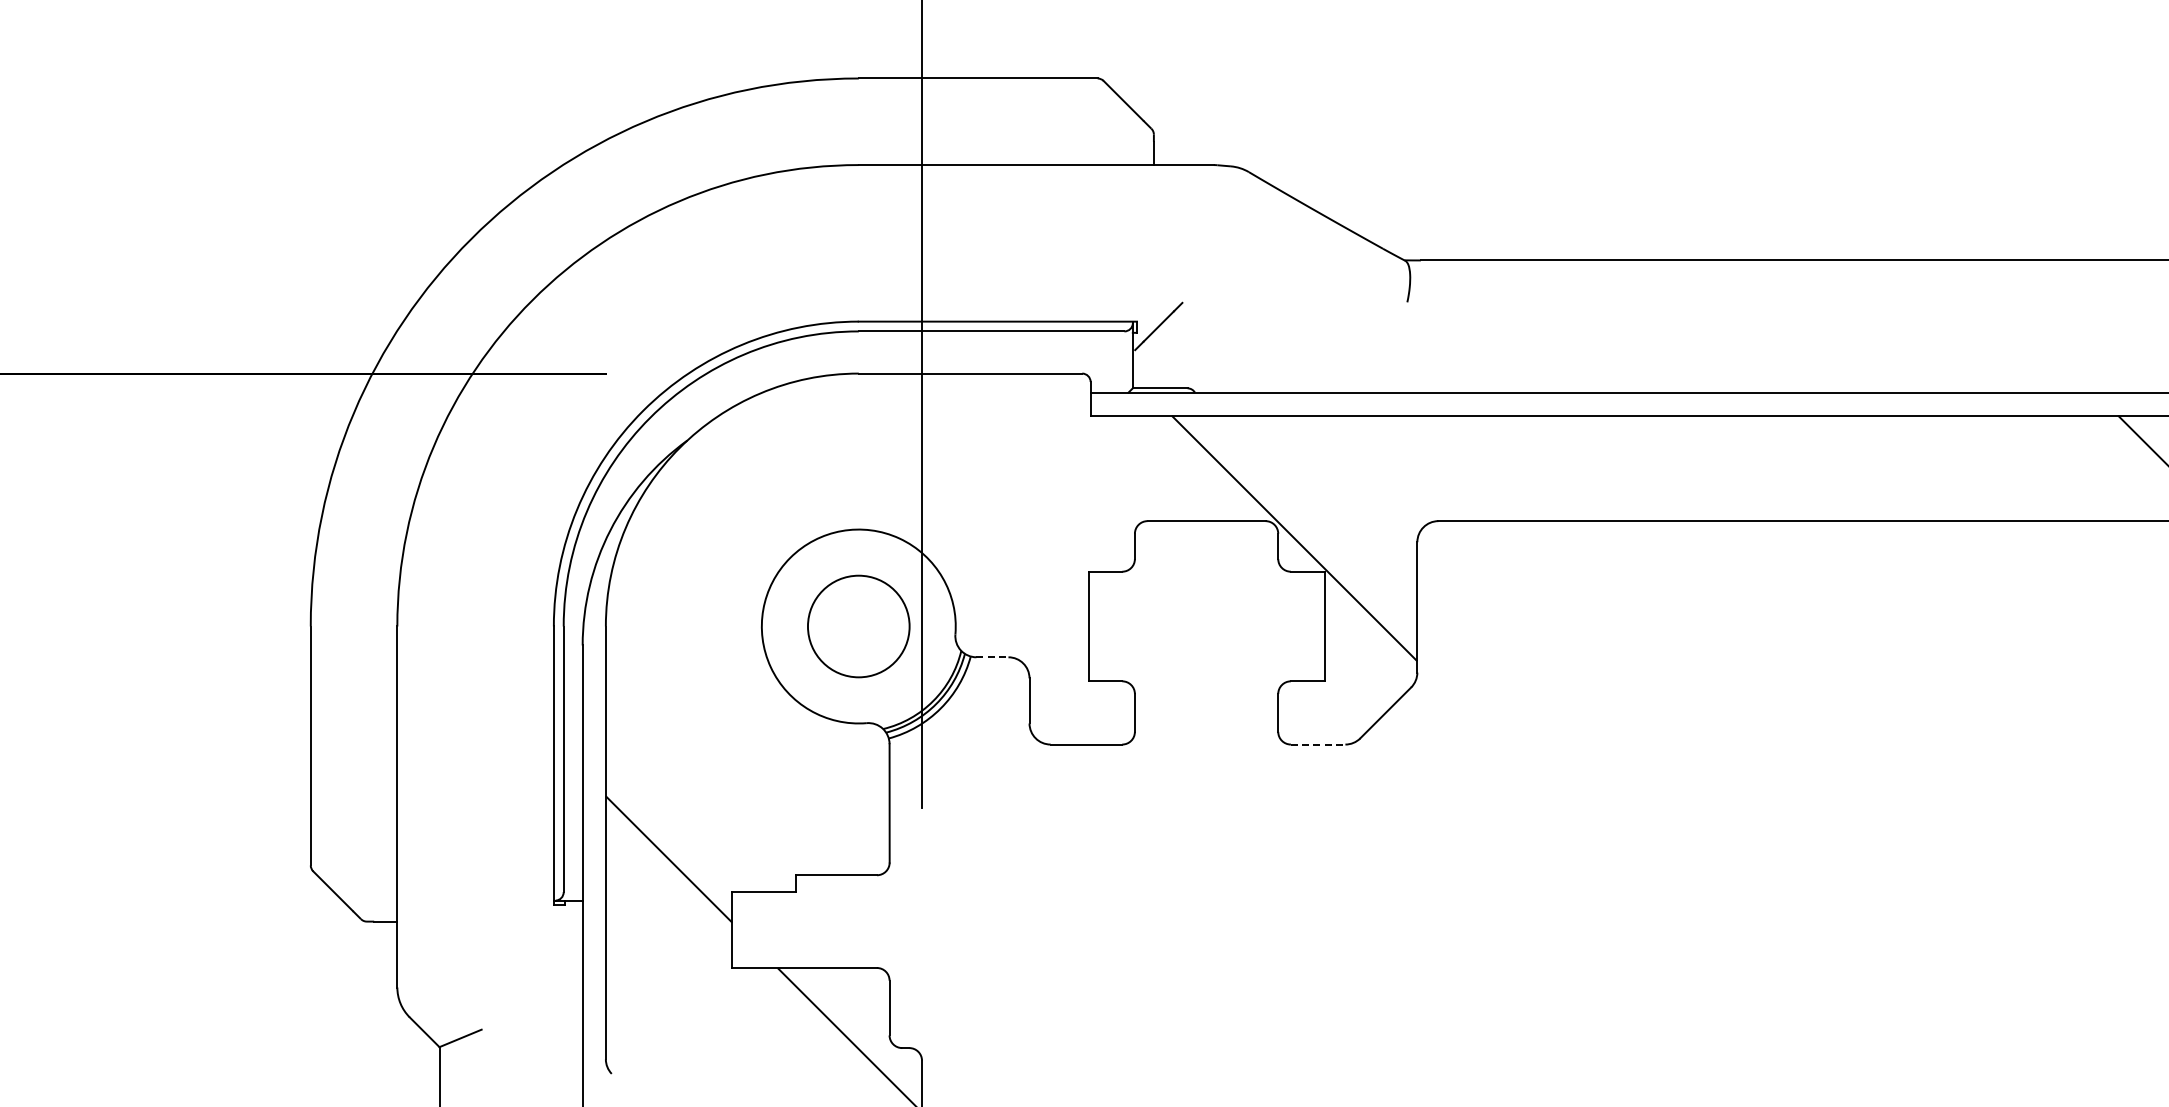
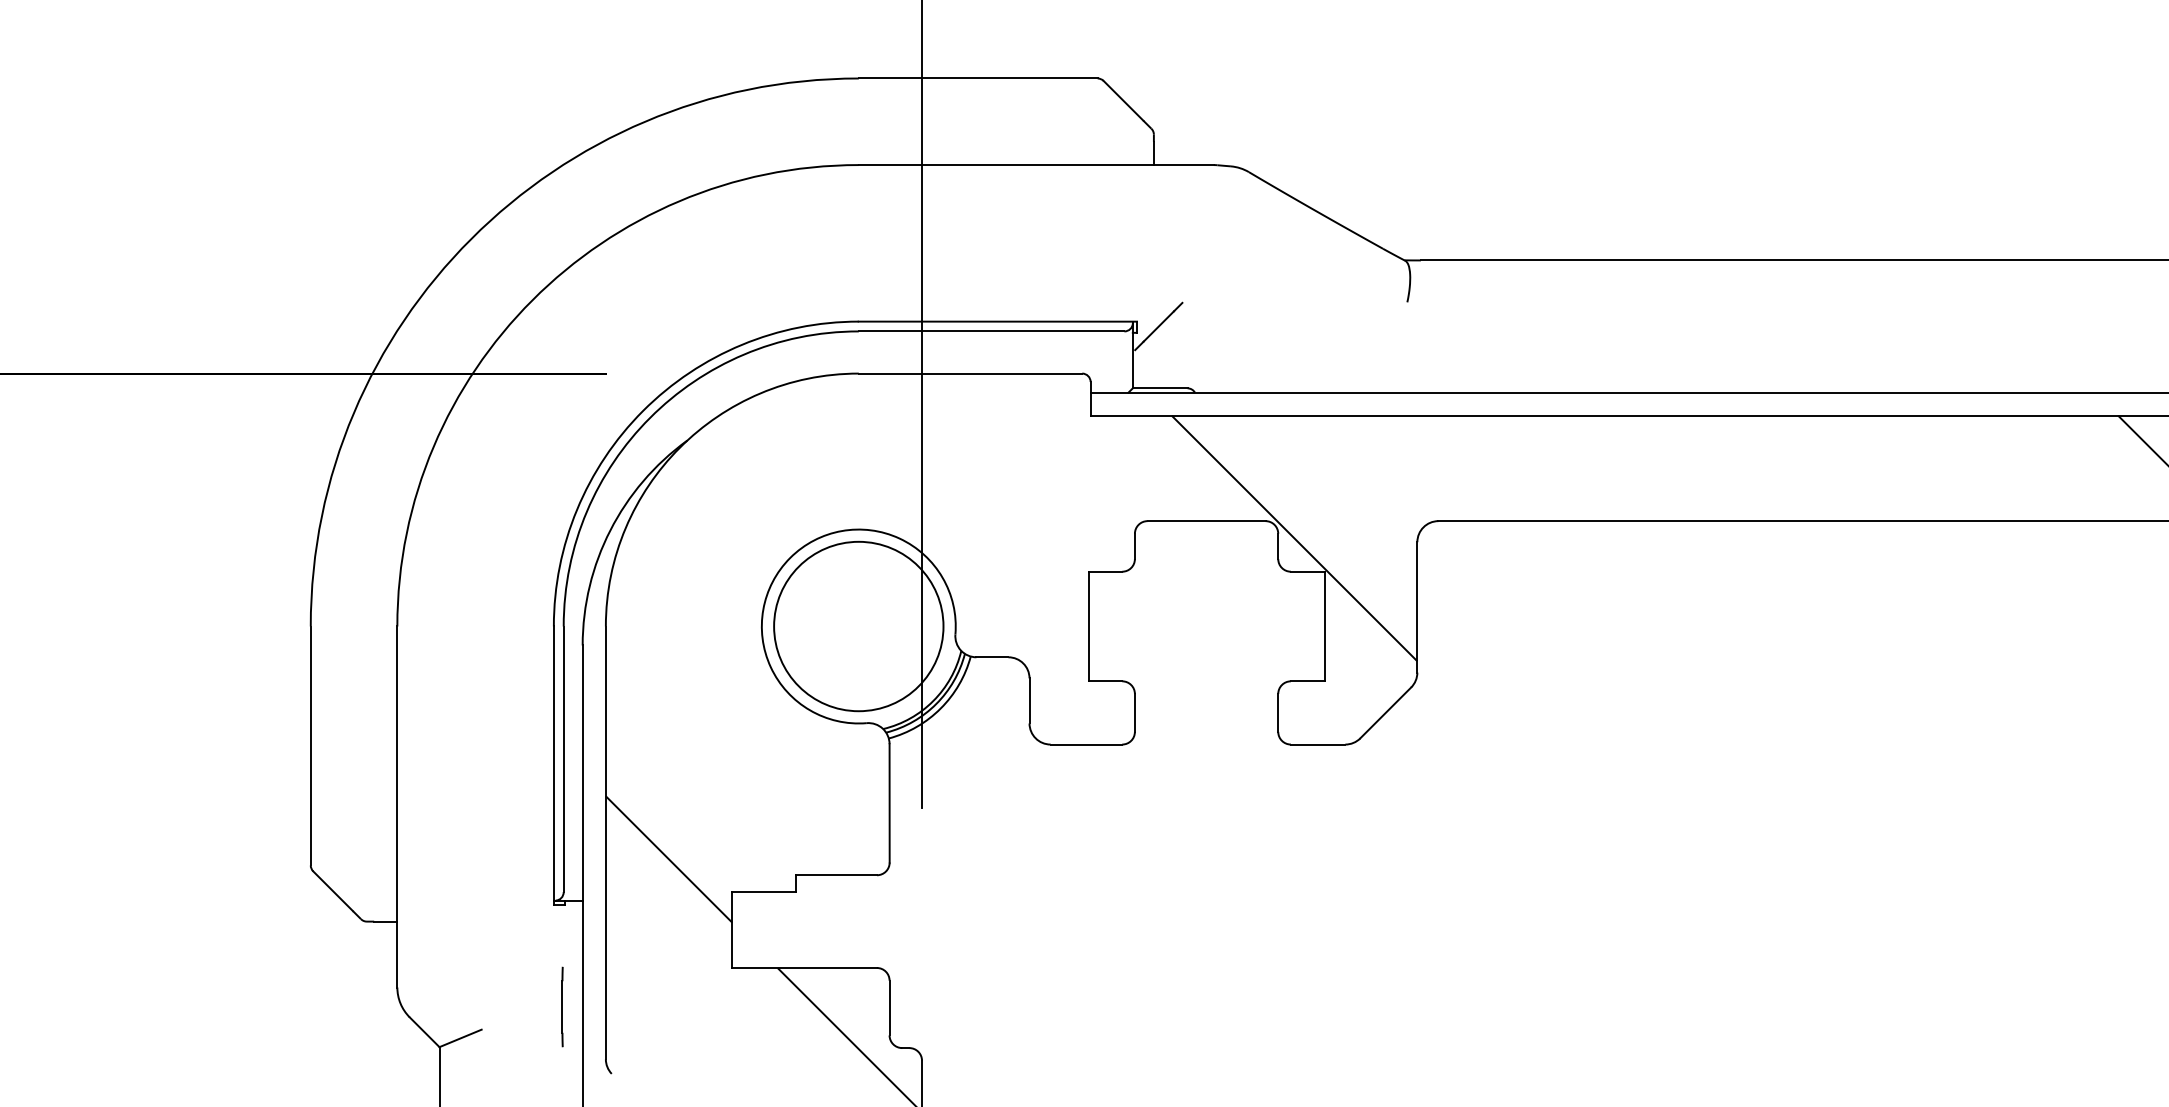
circle at (858, 626) diameter: 102 px -> 169 px
line at (992, 657): dashed -> solid
line at (1318, 744): dashed -> solid
line at (562, 1006): none -> present
